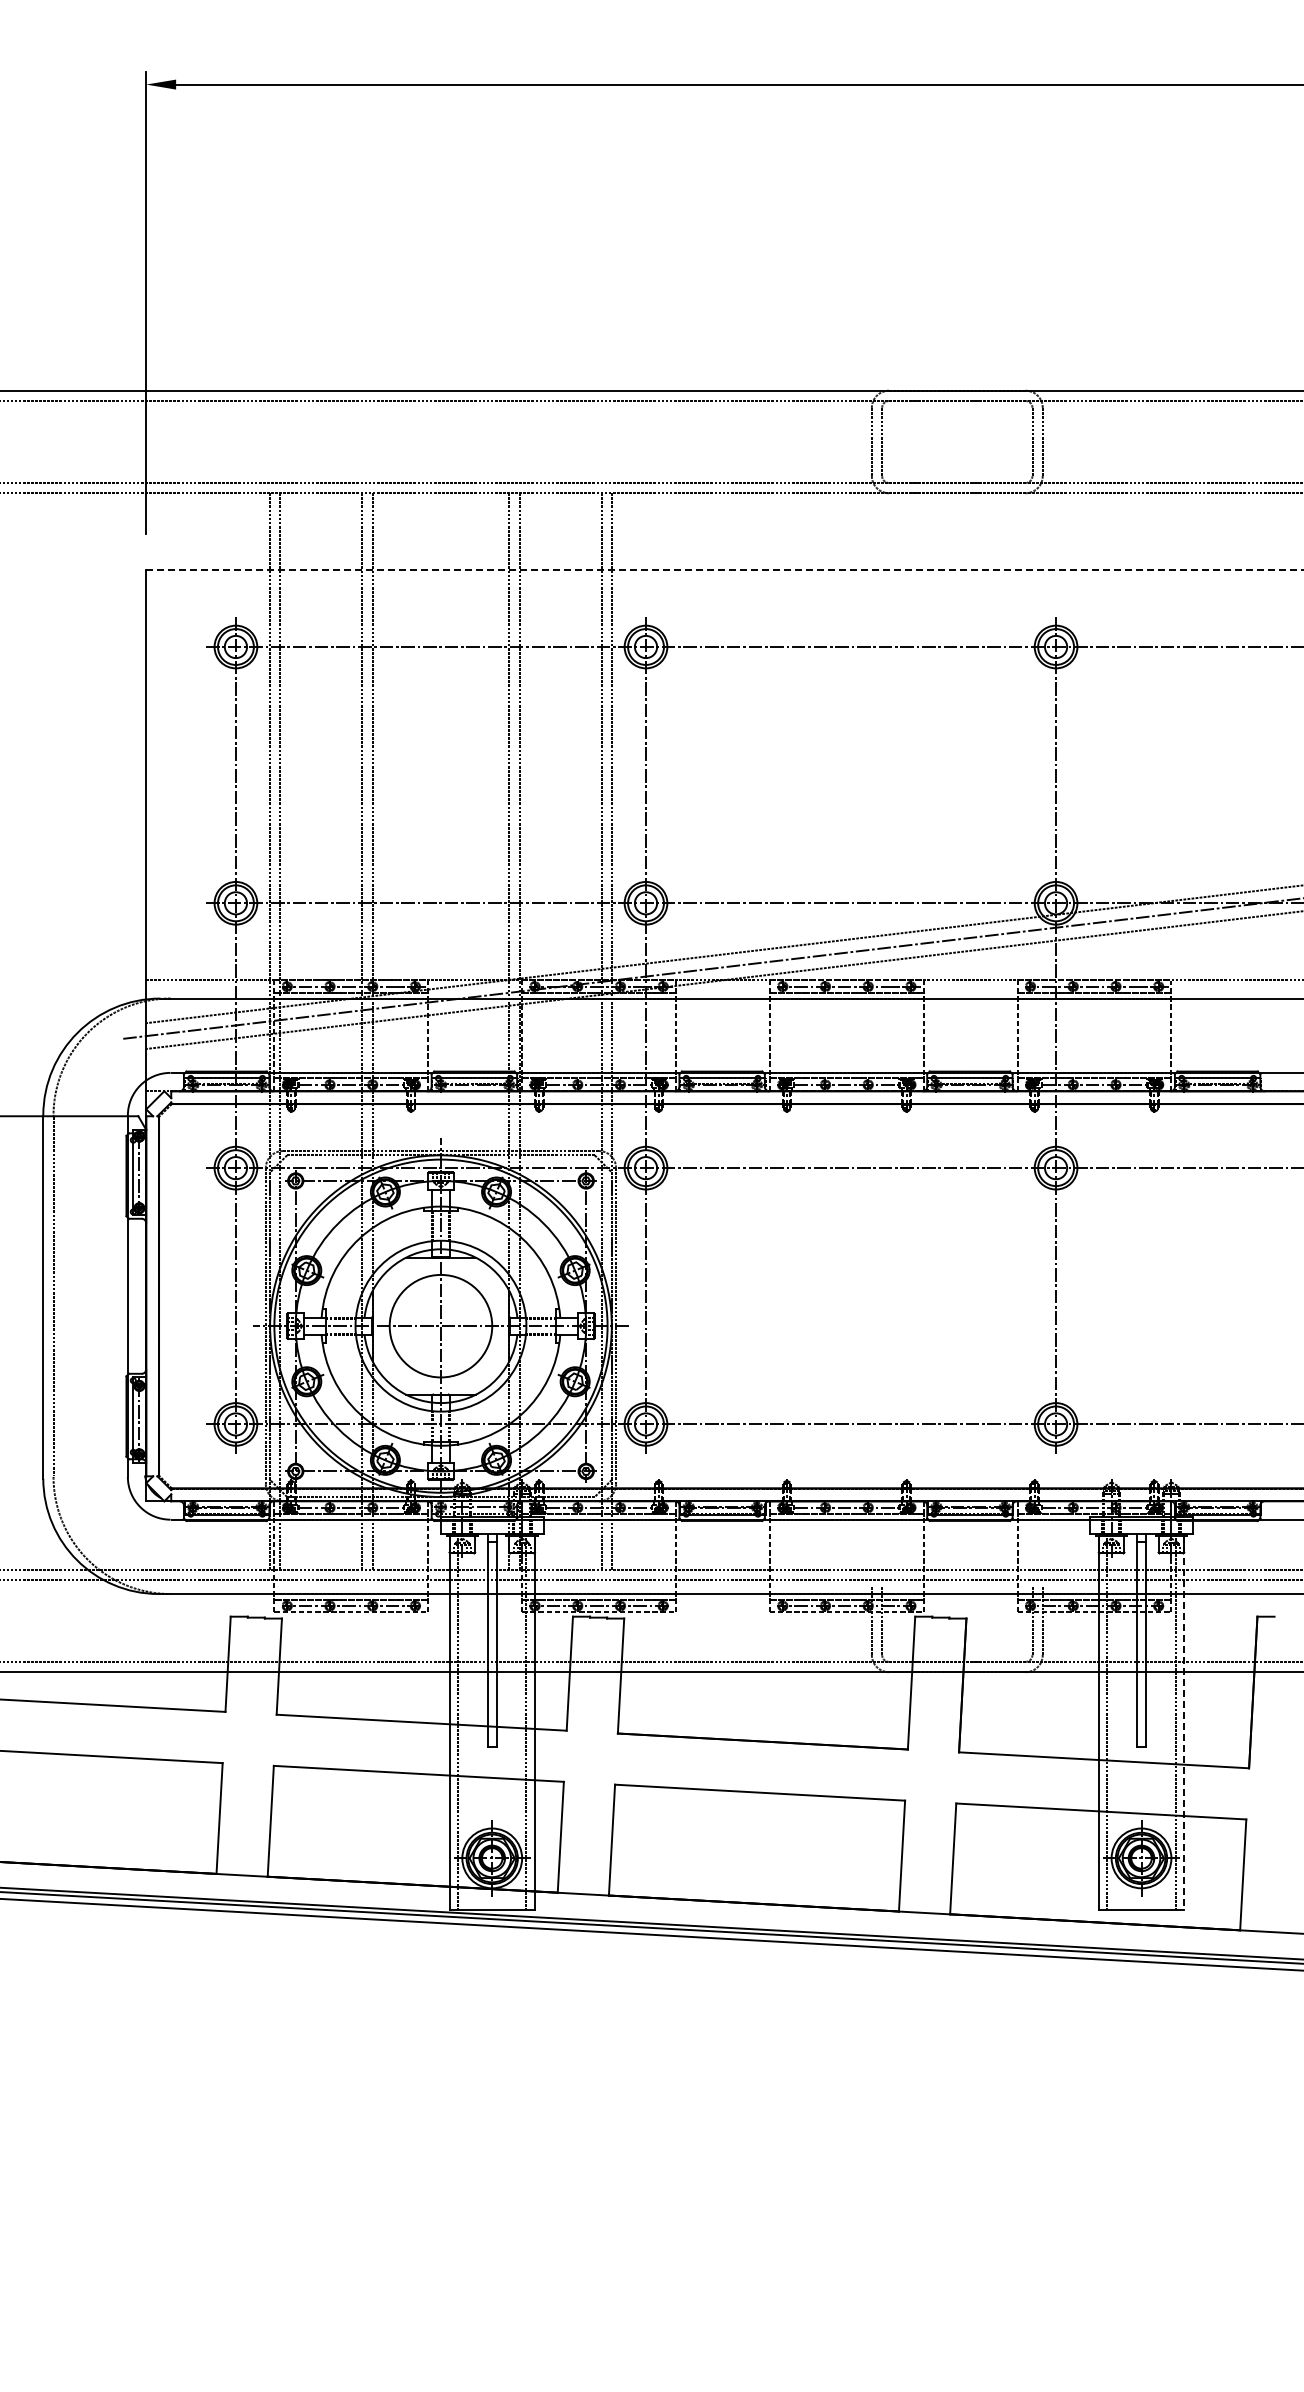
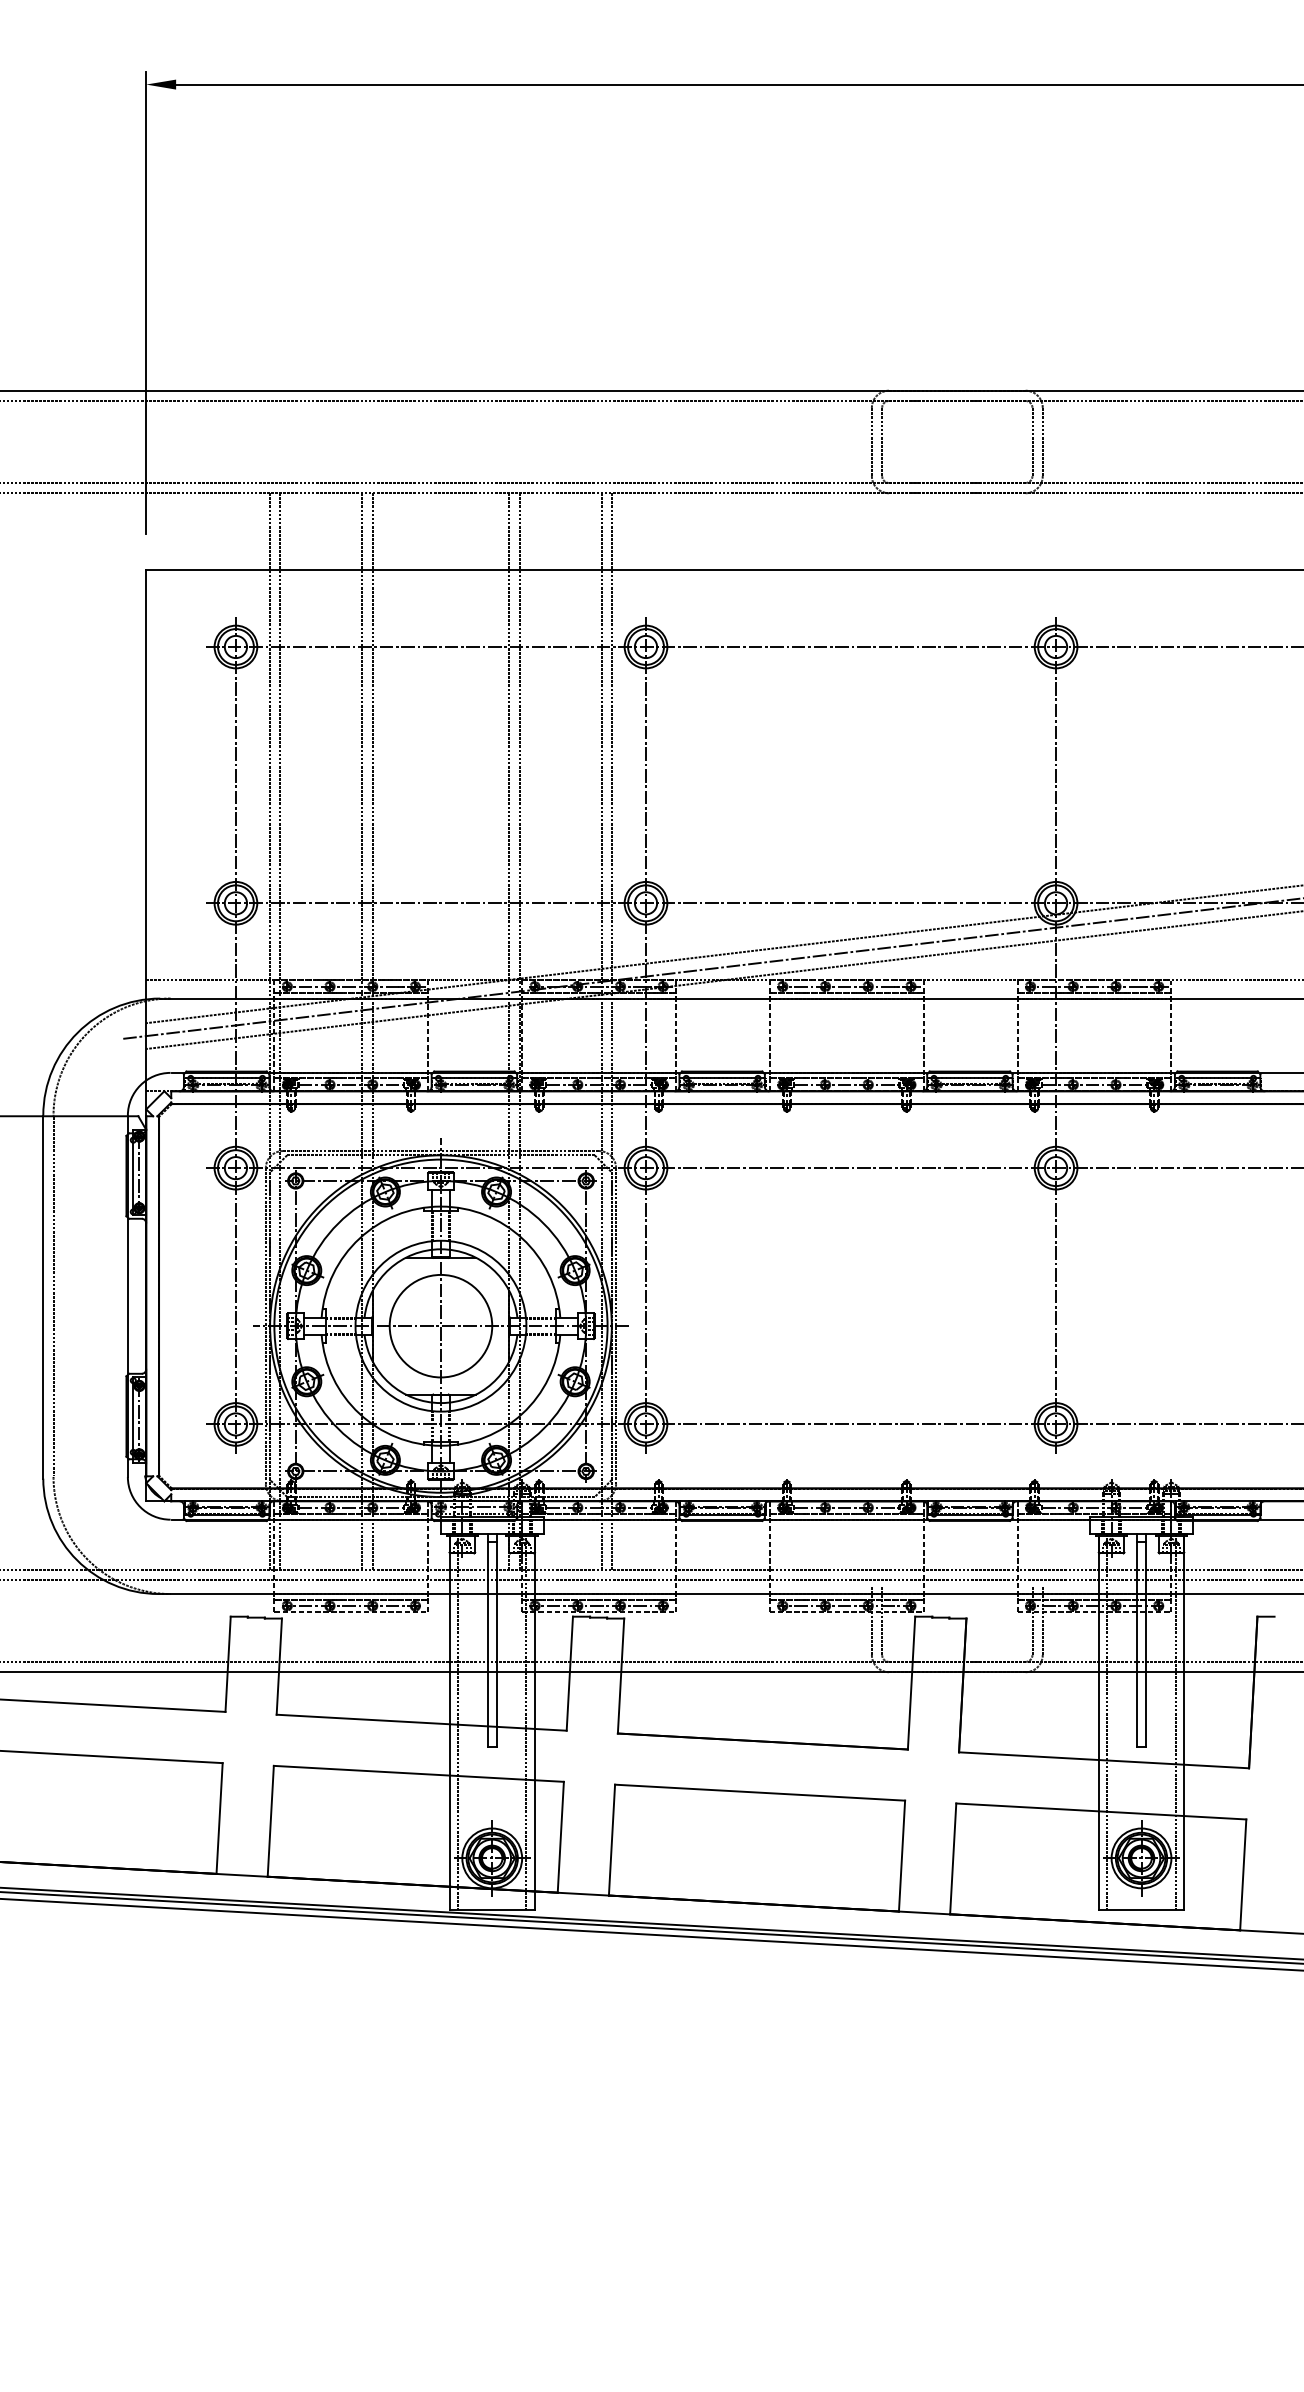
line at (725, 570): dashed -> solid
line at (1184, 1723): dashed -> solid
